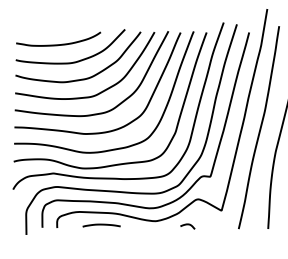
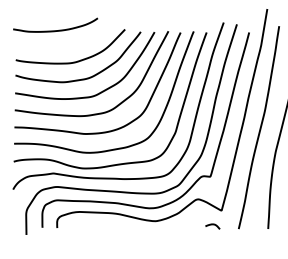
curve at (58, 44) position: (58, 44) -> (55, 30)
curve at (101, 225): present -> none
curve at (187, 225) position: (187, 225) -> (212, 225)
